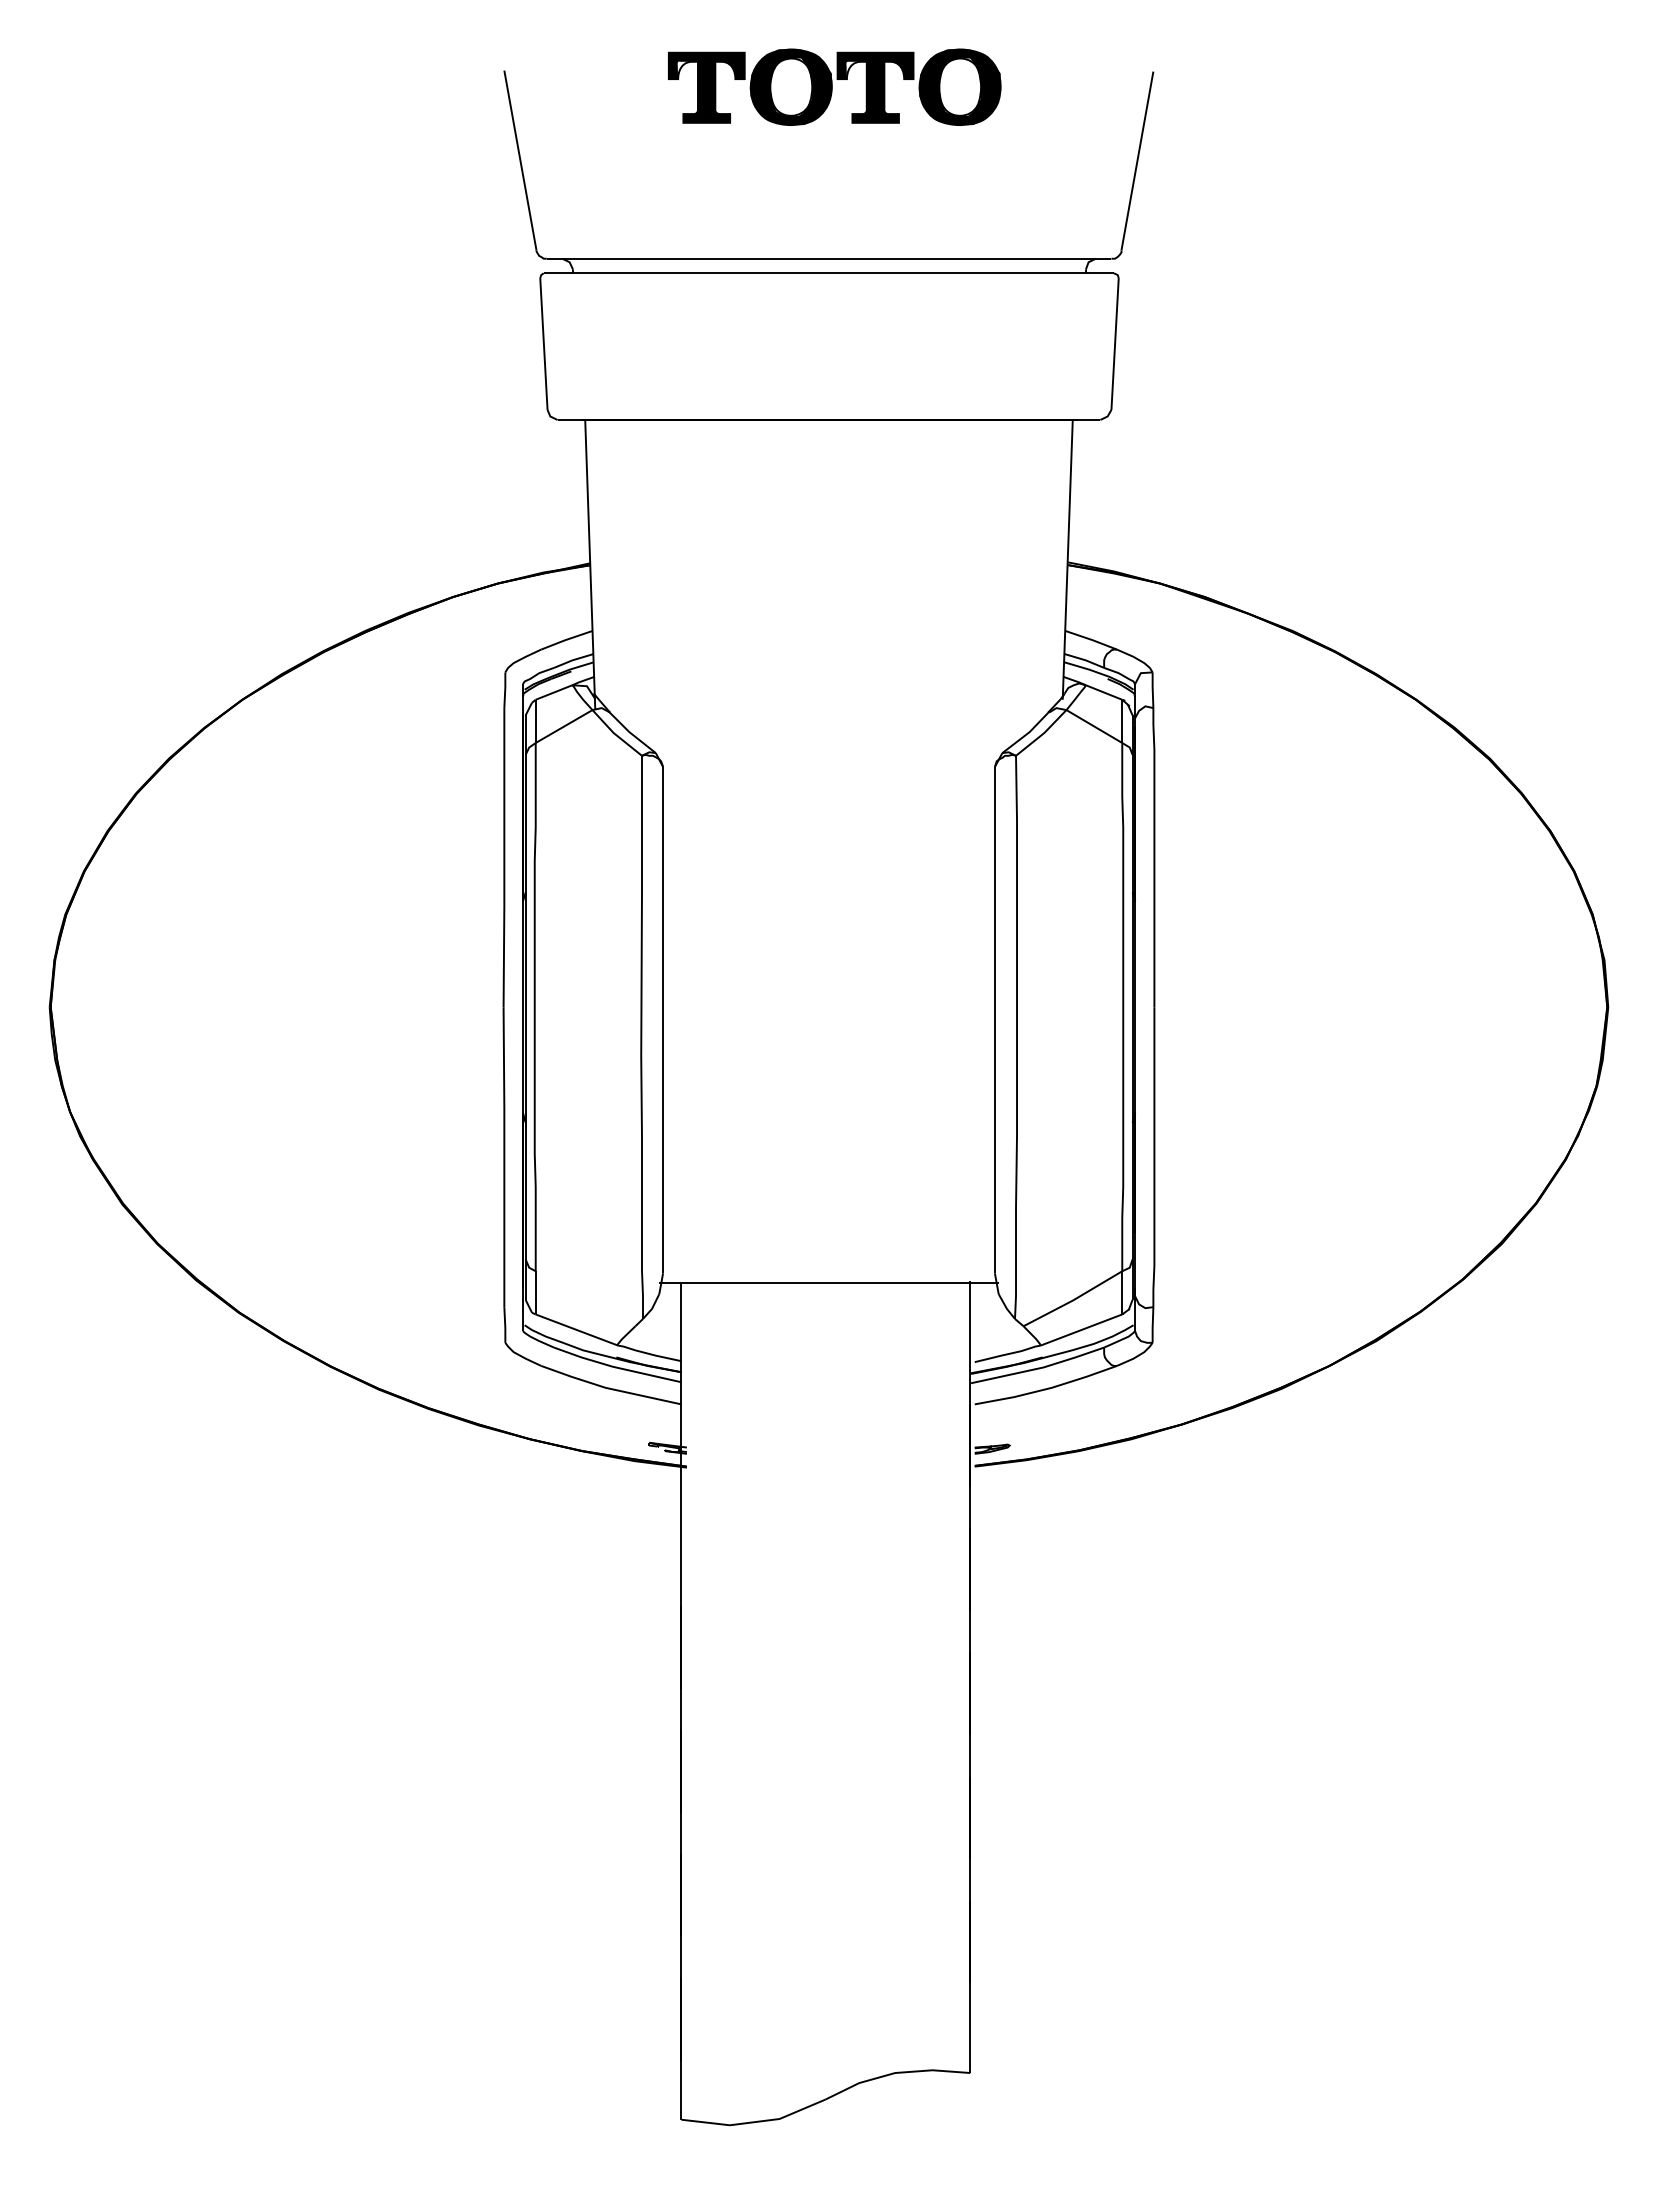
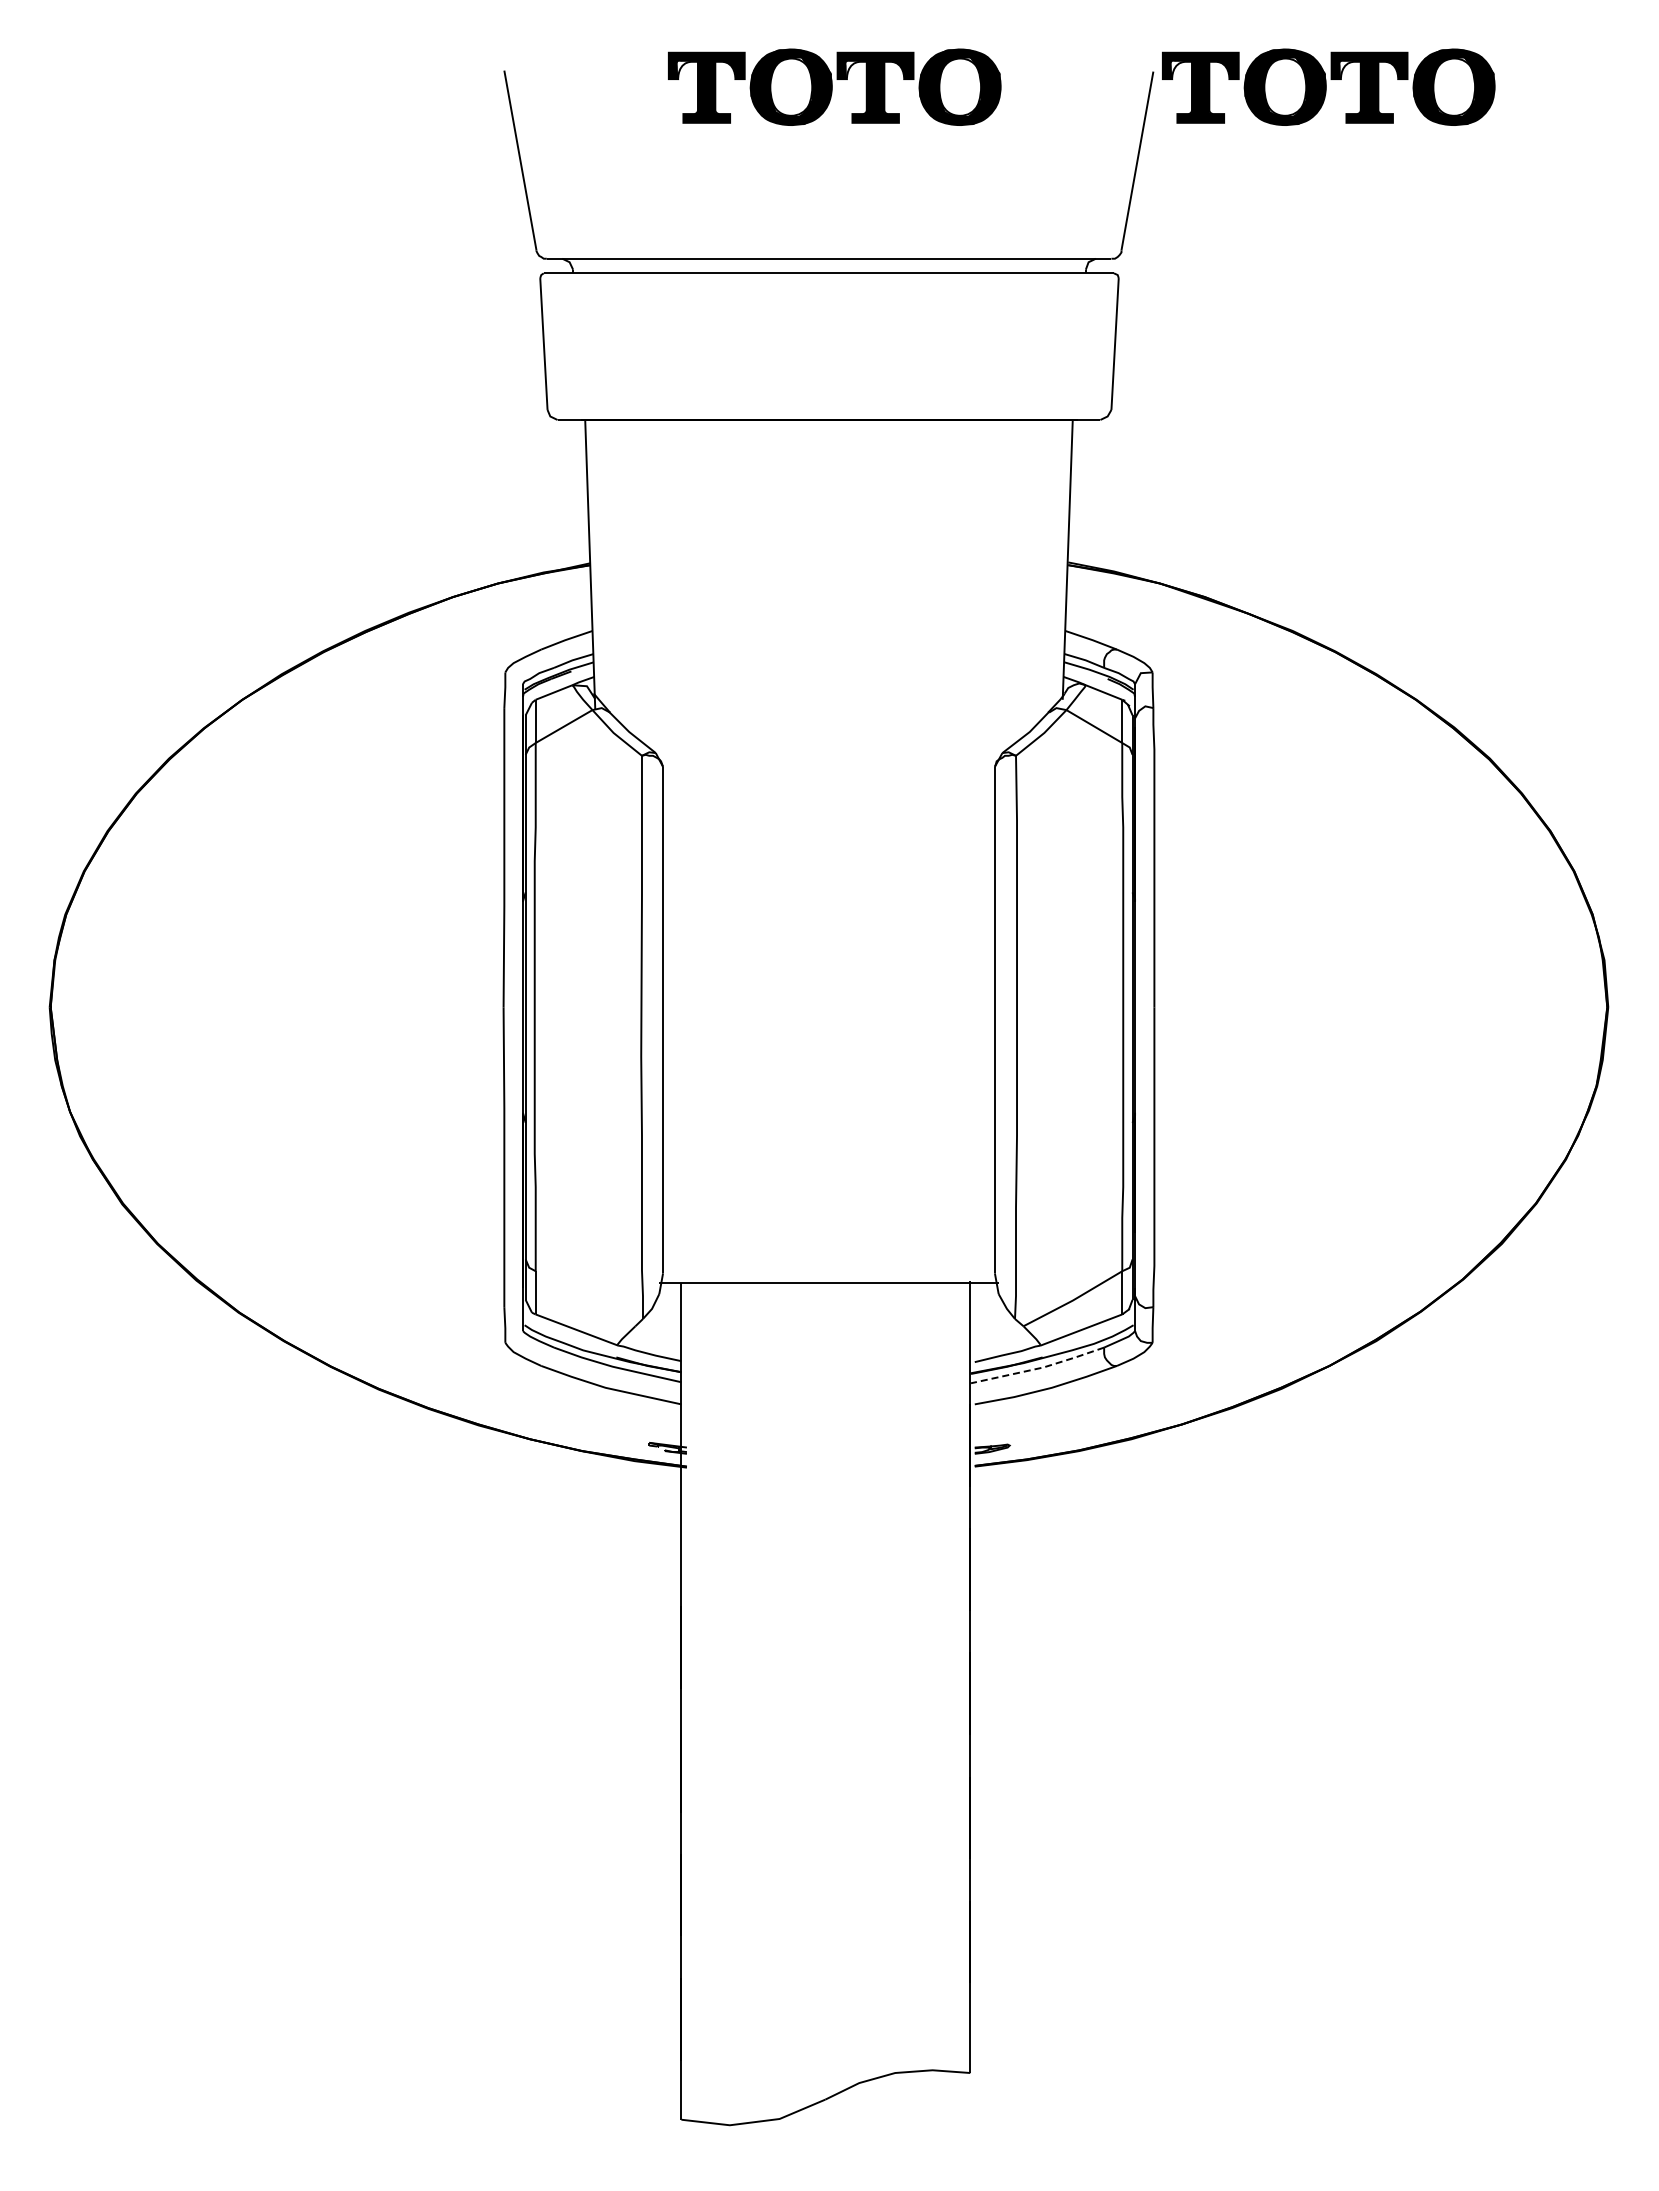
part at (1328, 86): none -> present
line at (1039, 1368): solid -> dashed
